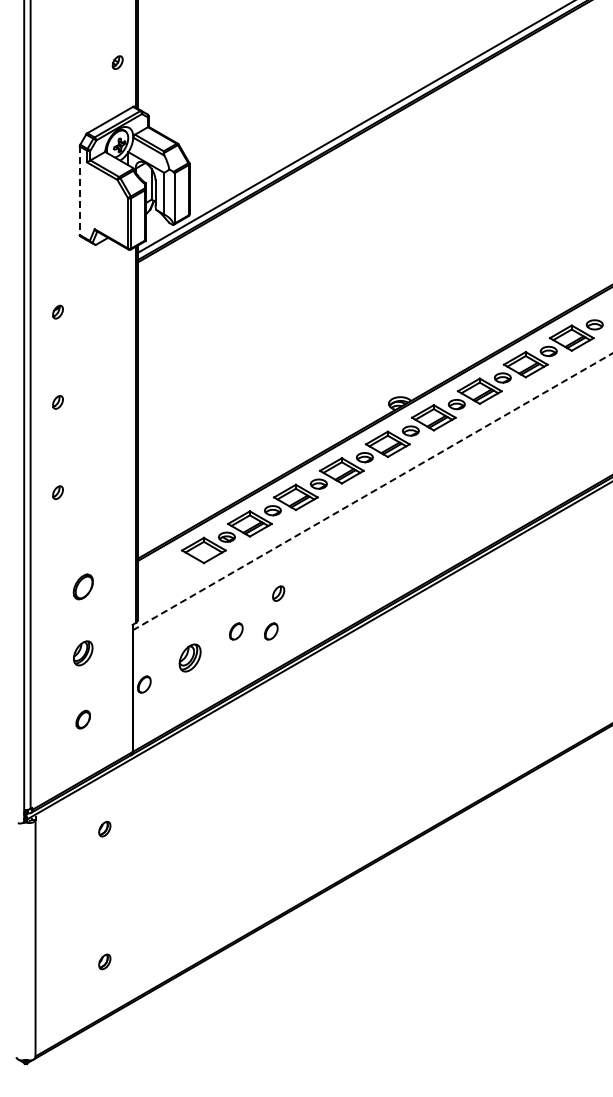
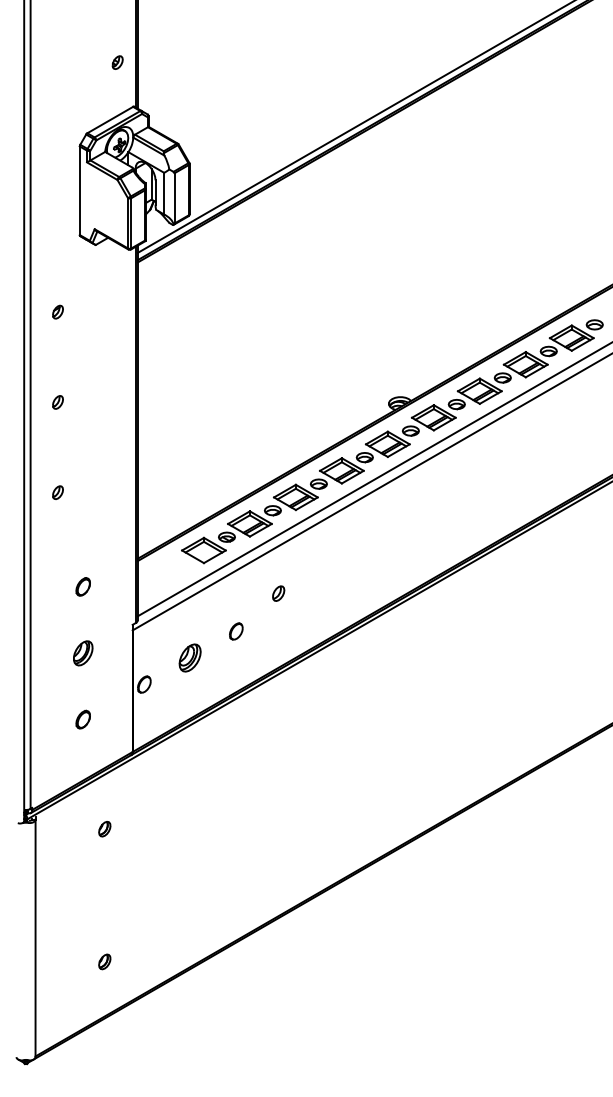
line at (79, 191): dashed -> solid
line at (373, 480): none -> present
line at (372, 491): dashed -> solid
part at (82, 586) size: 22x28 px -> 16x20 px
part at (271, 631): present -> none
